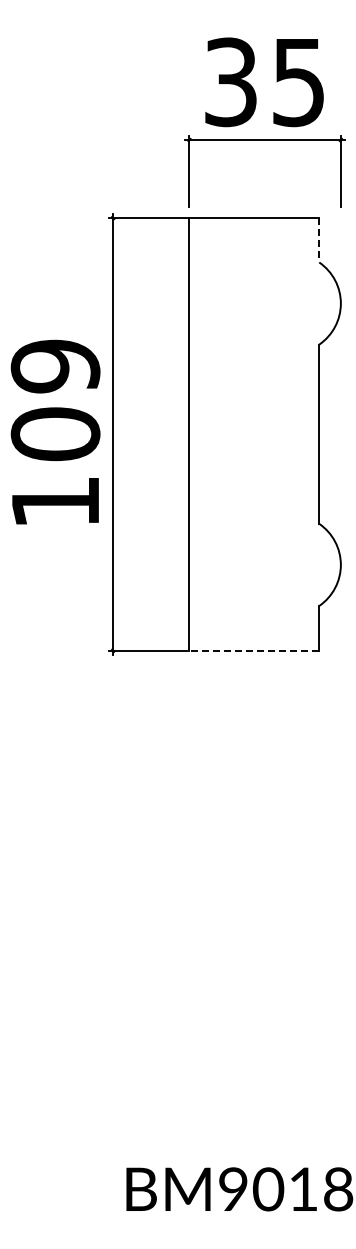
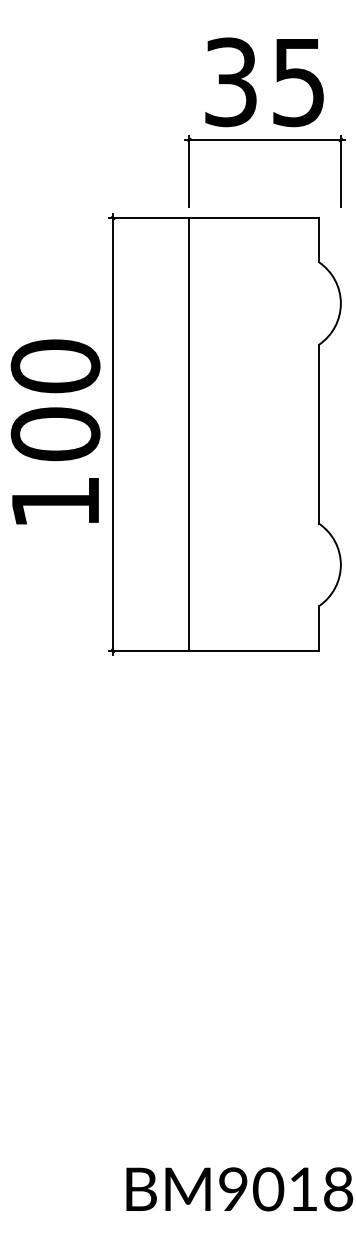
line at (319, 240): dashed -> solid
text at (55, 366): 109 -> 100
line at (254, 650): dashed -> solid
